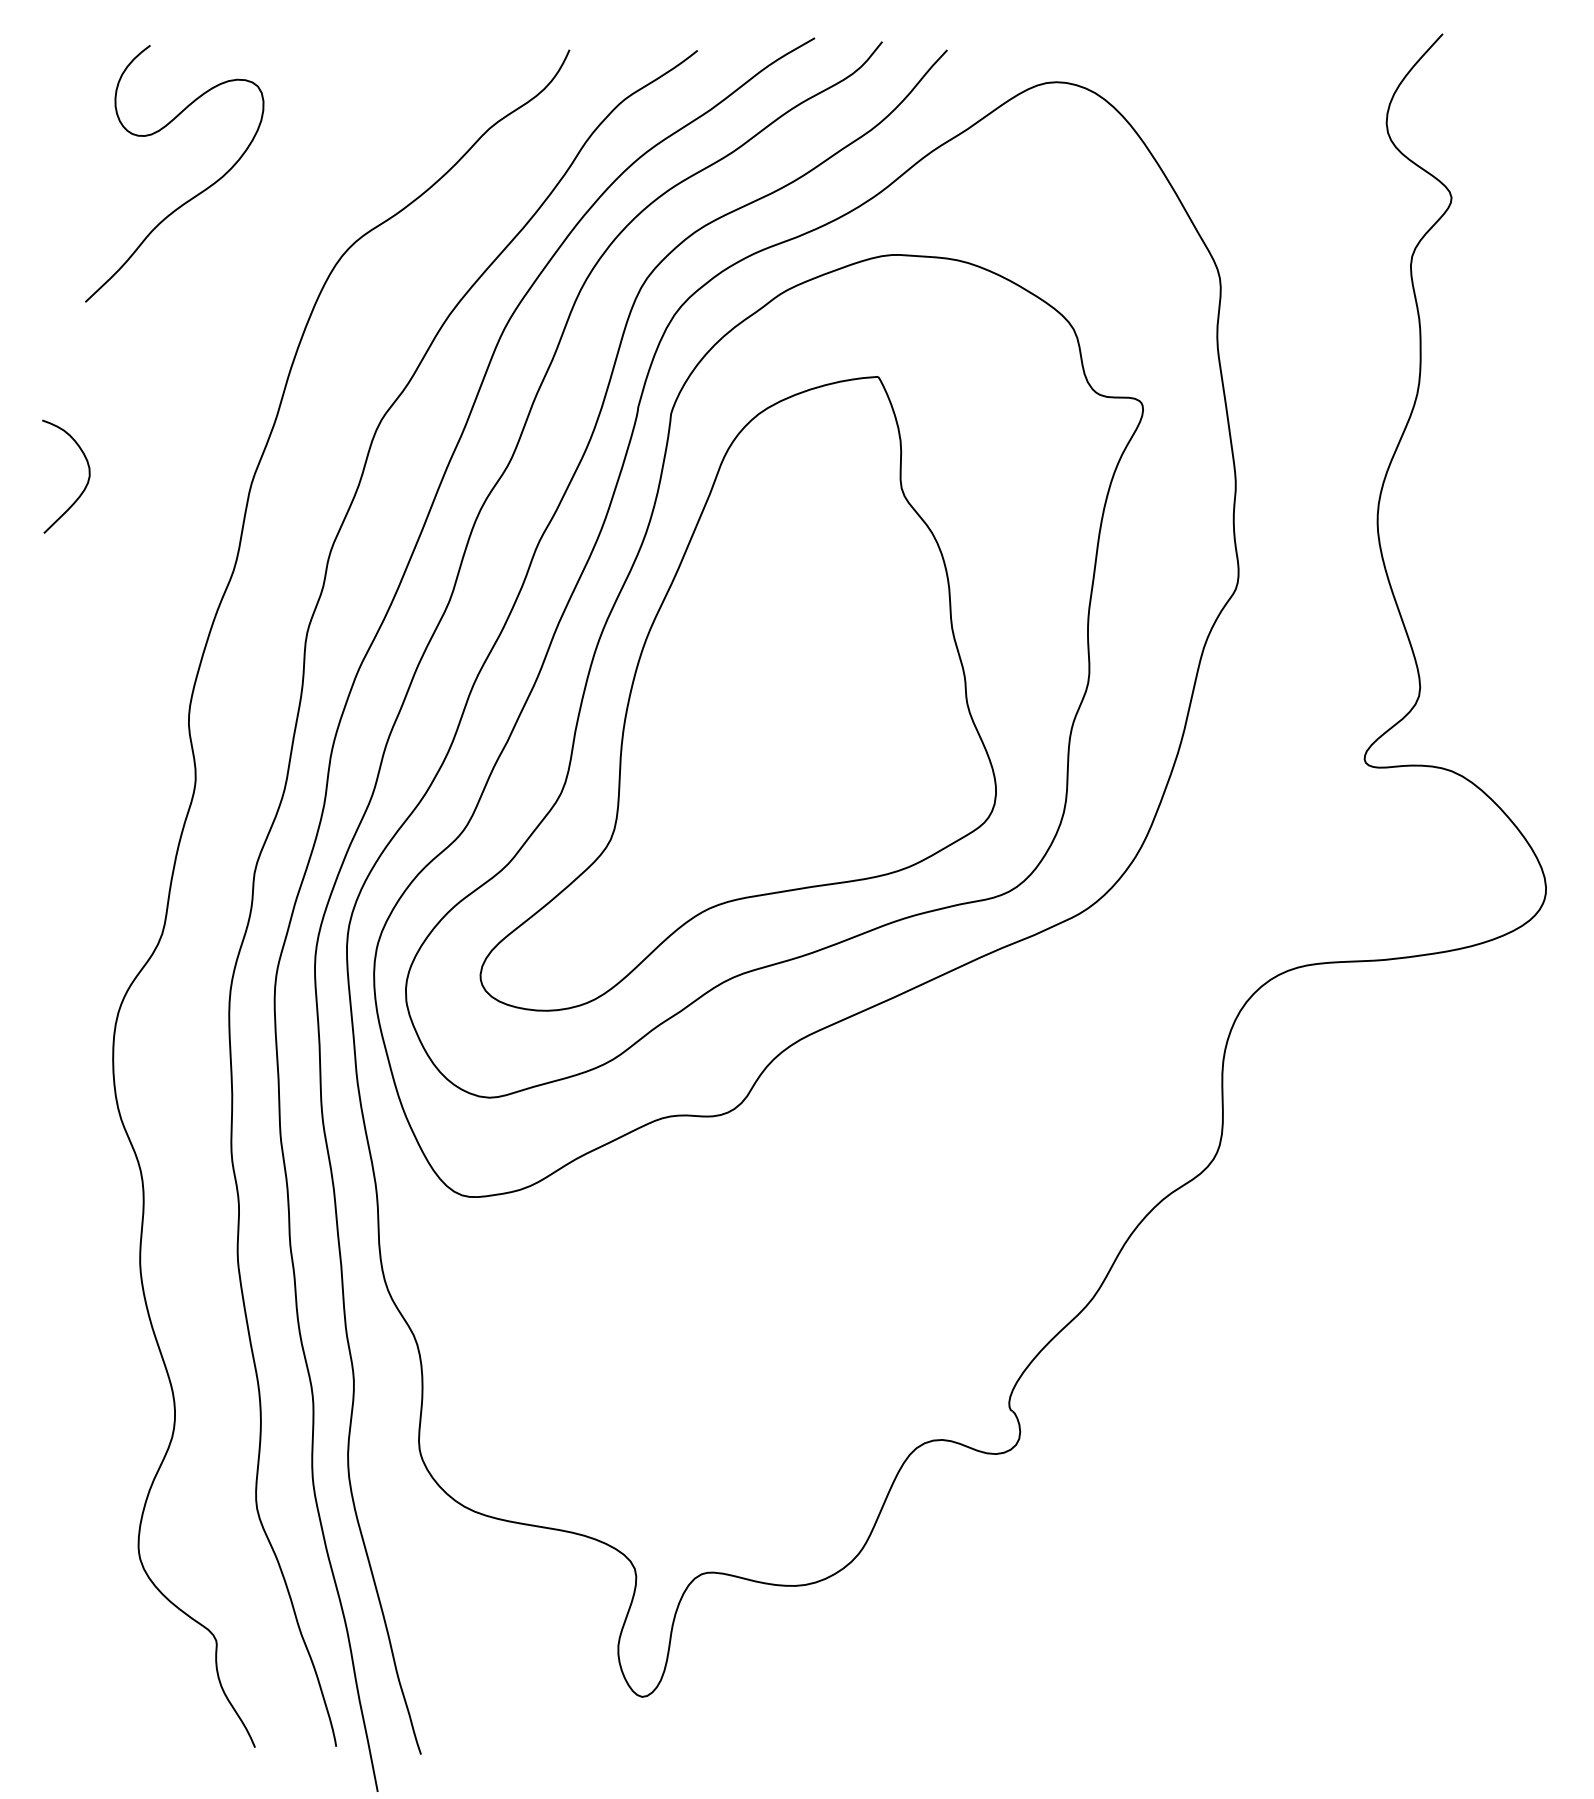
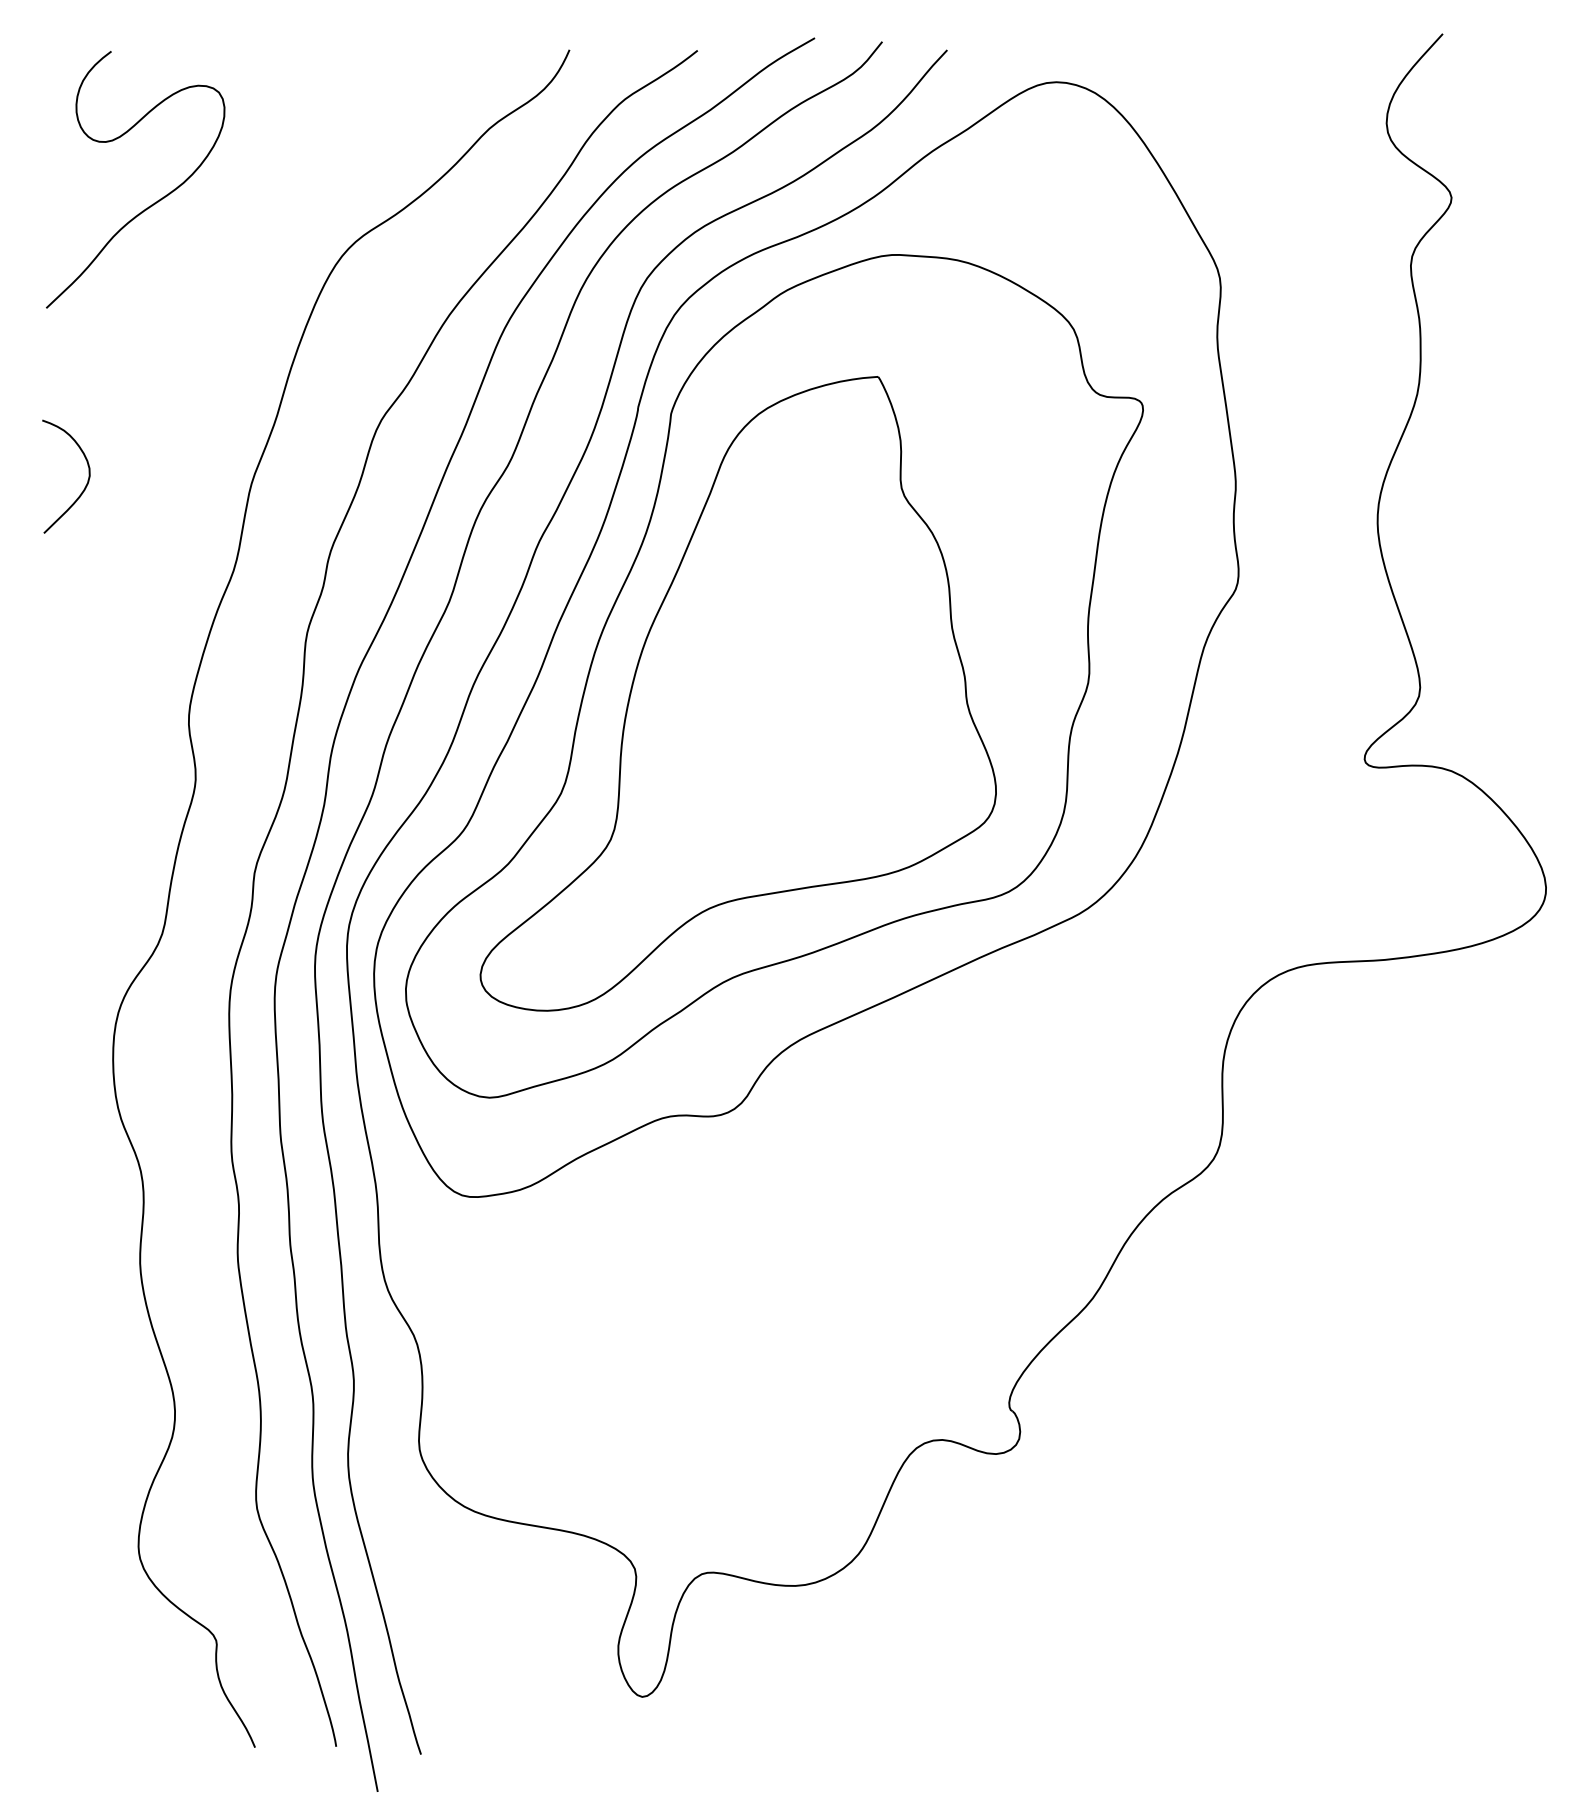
curve at (190, 198) position: (190, 198) -> (151, 204)
